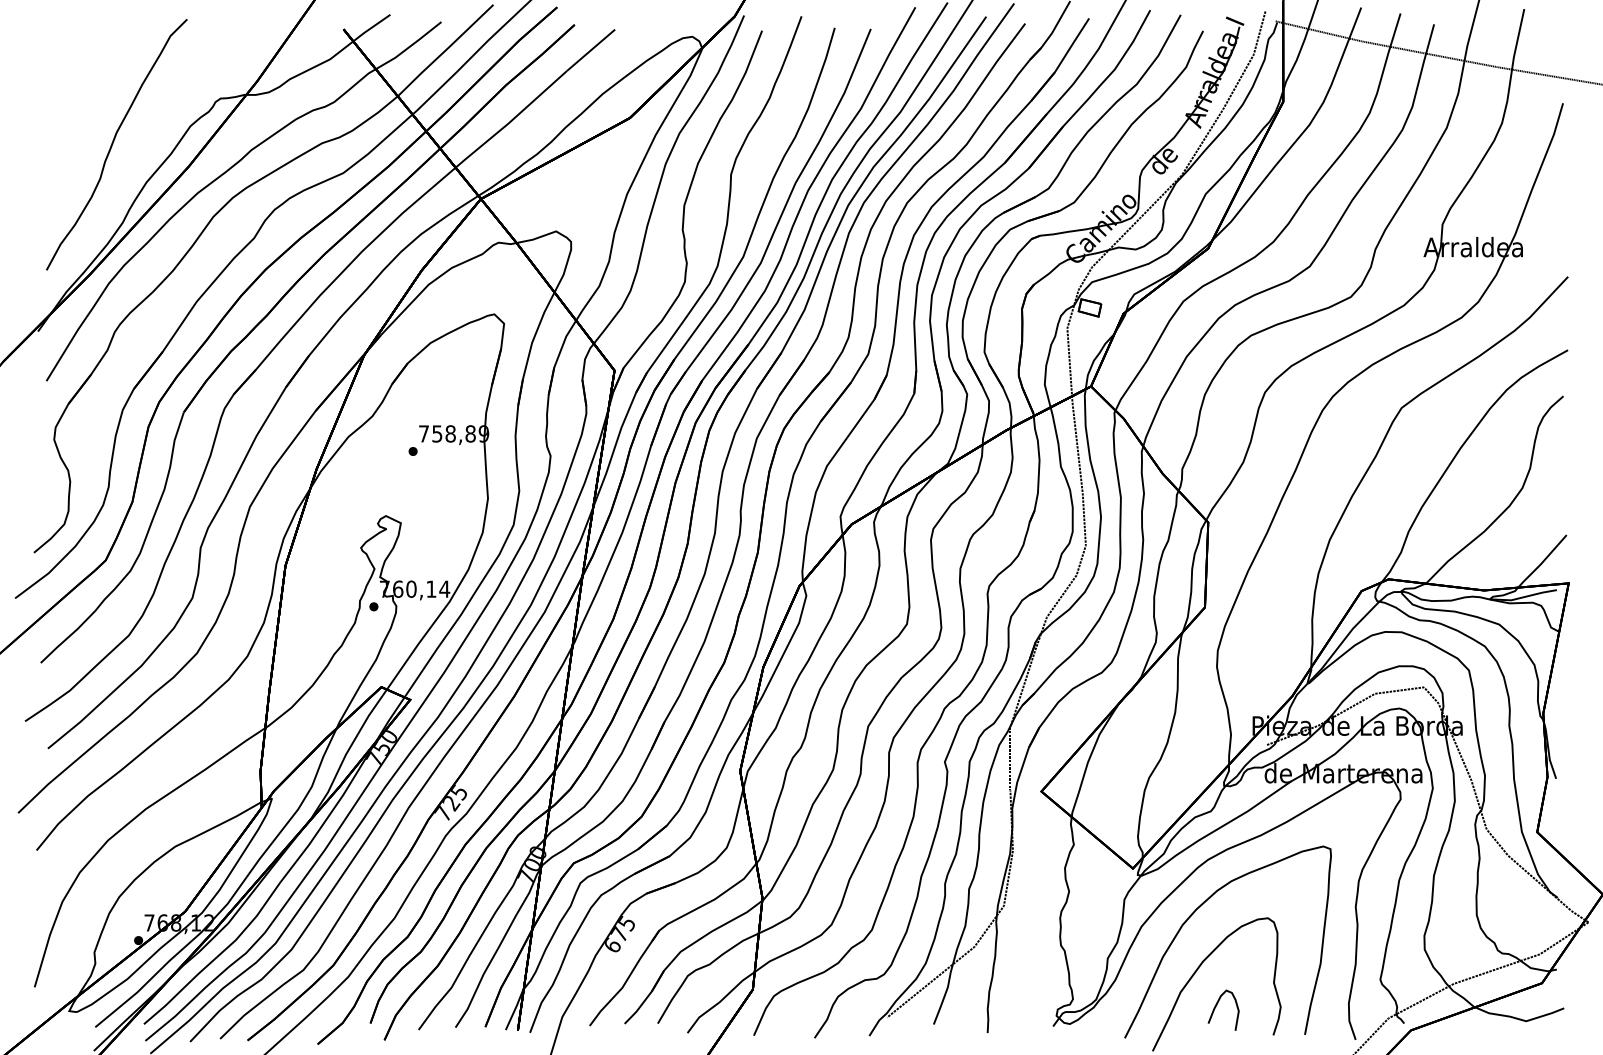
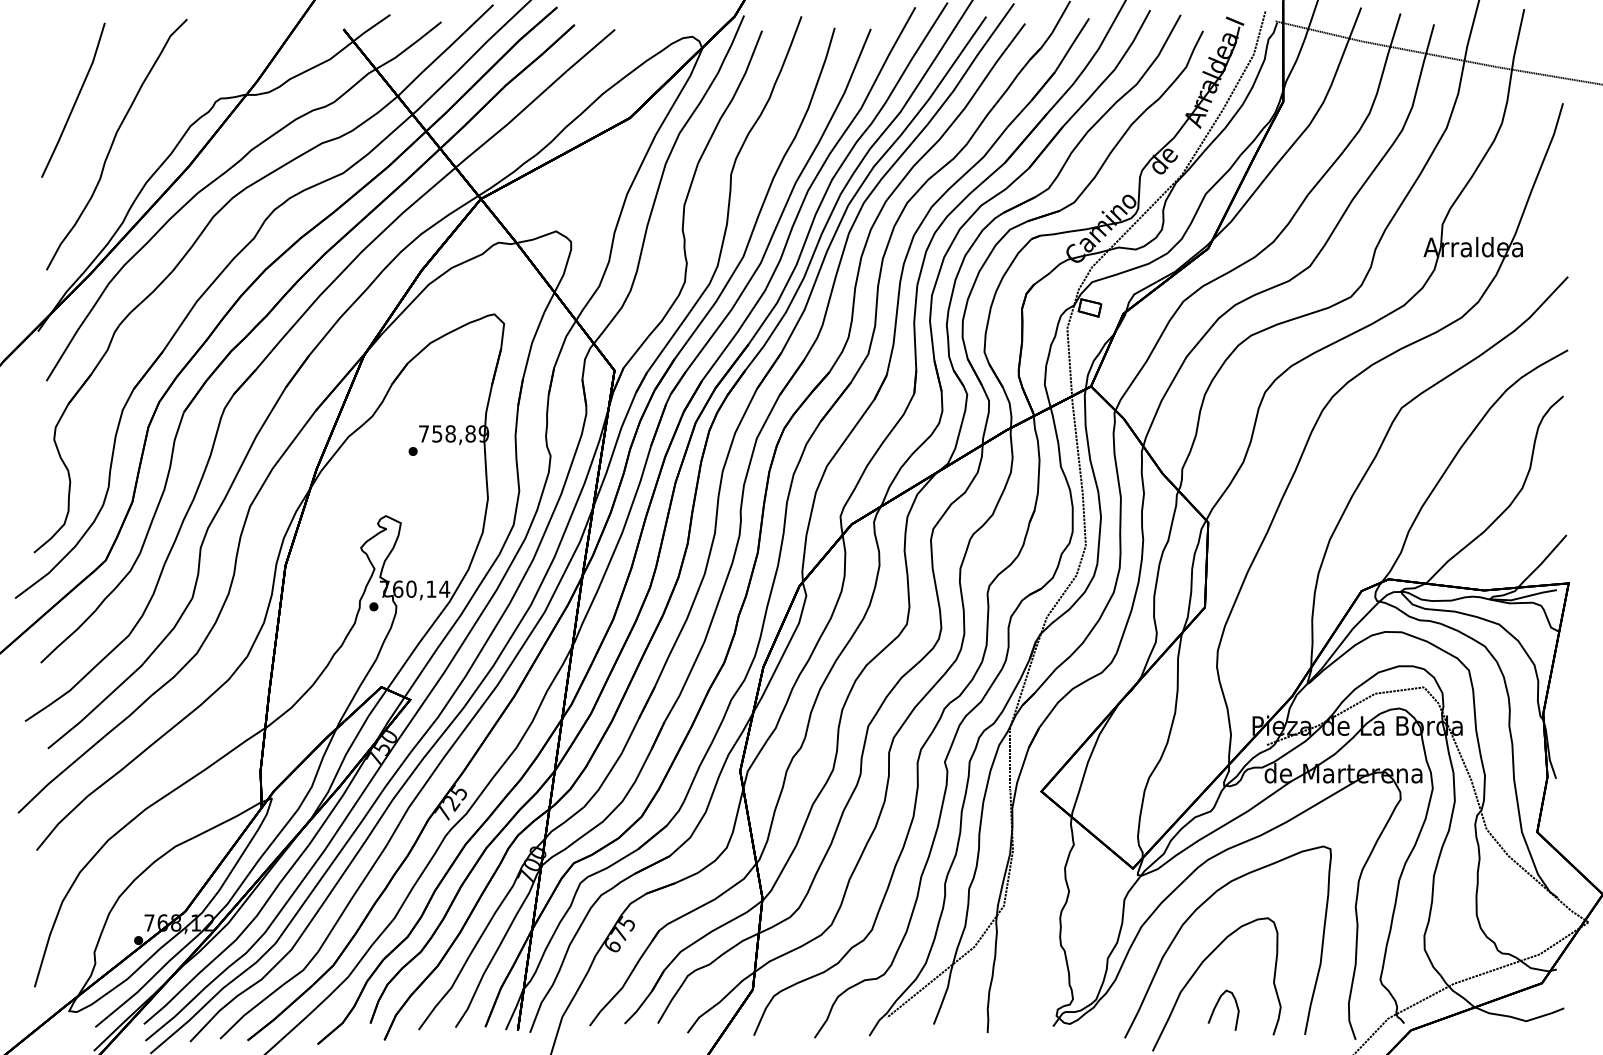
line at (75, 99): none -> present
